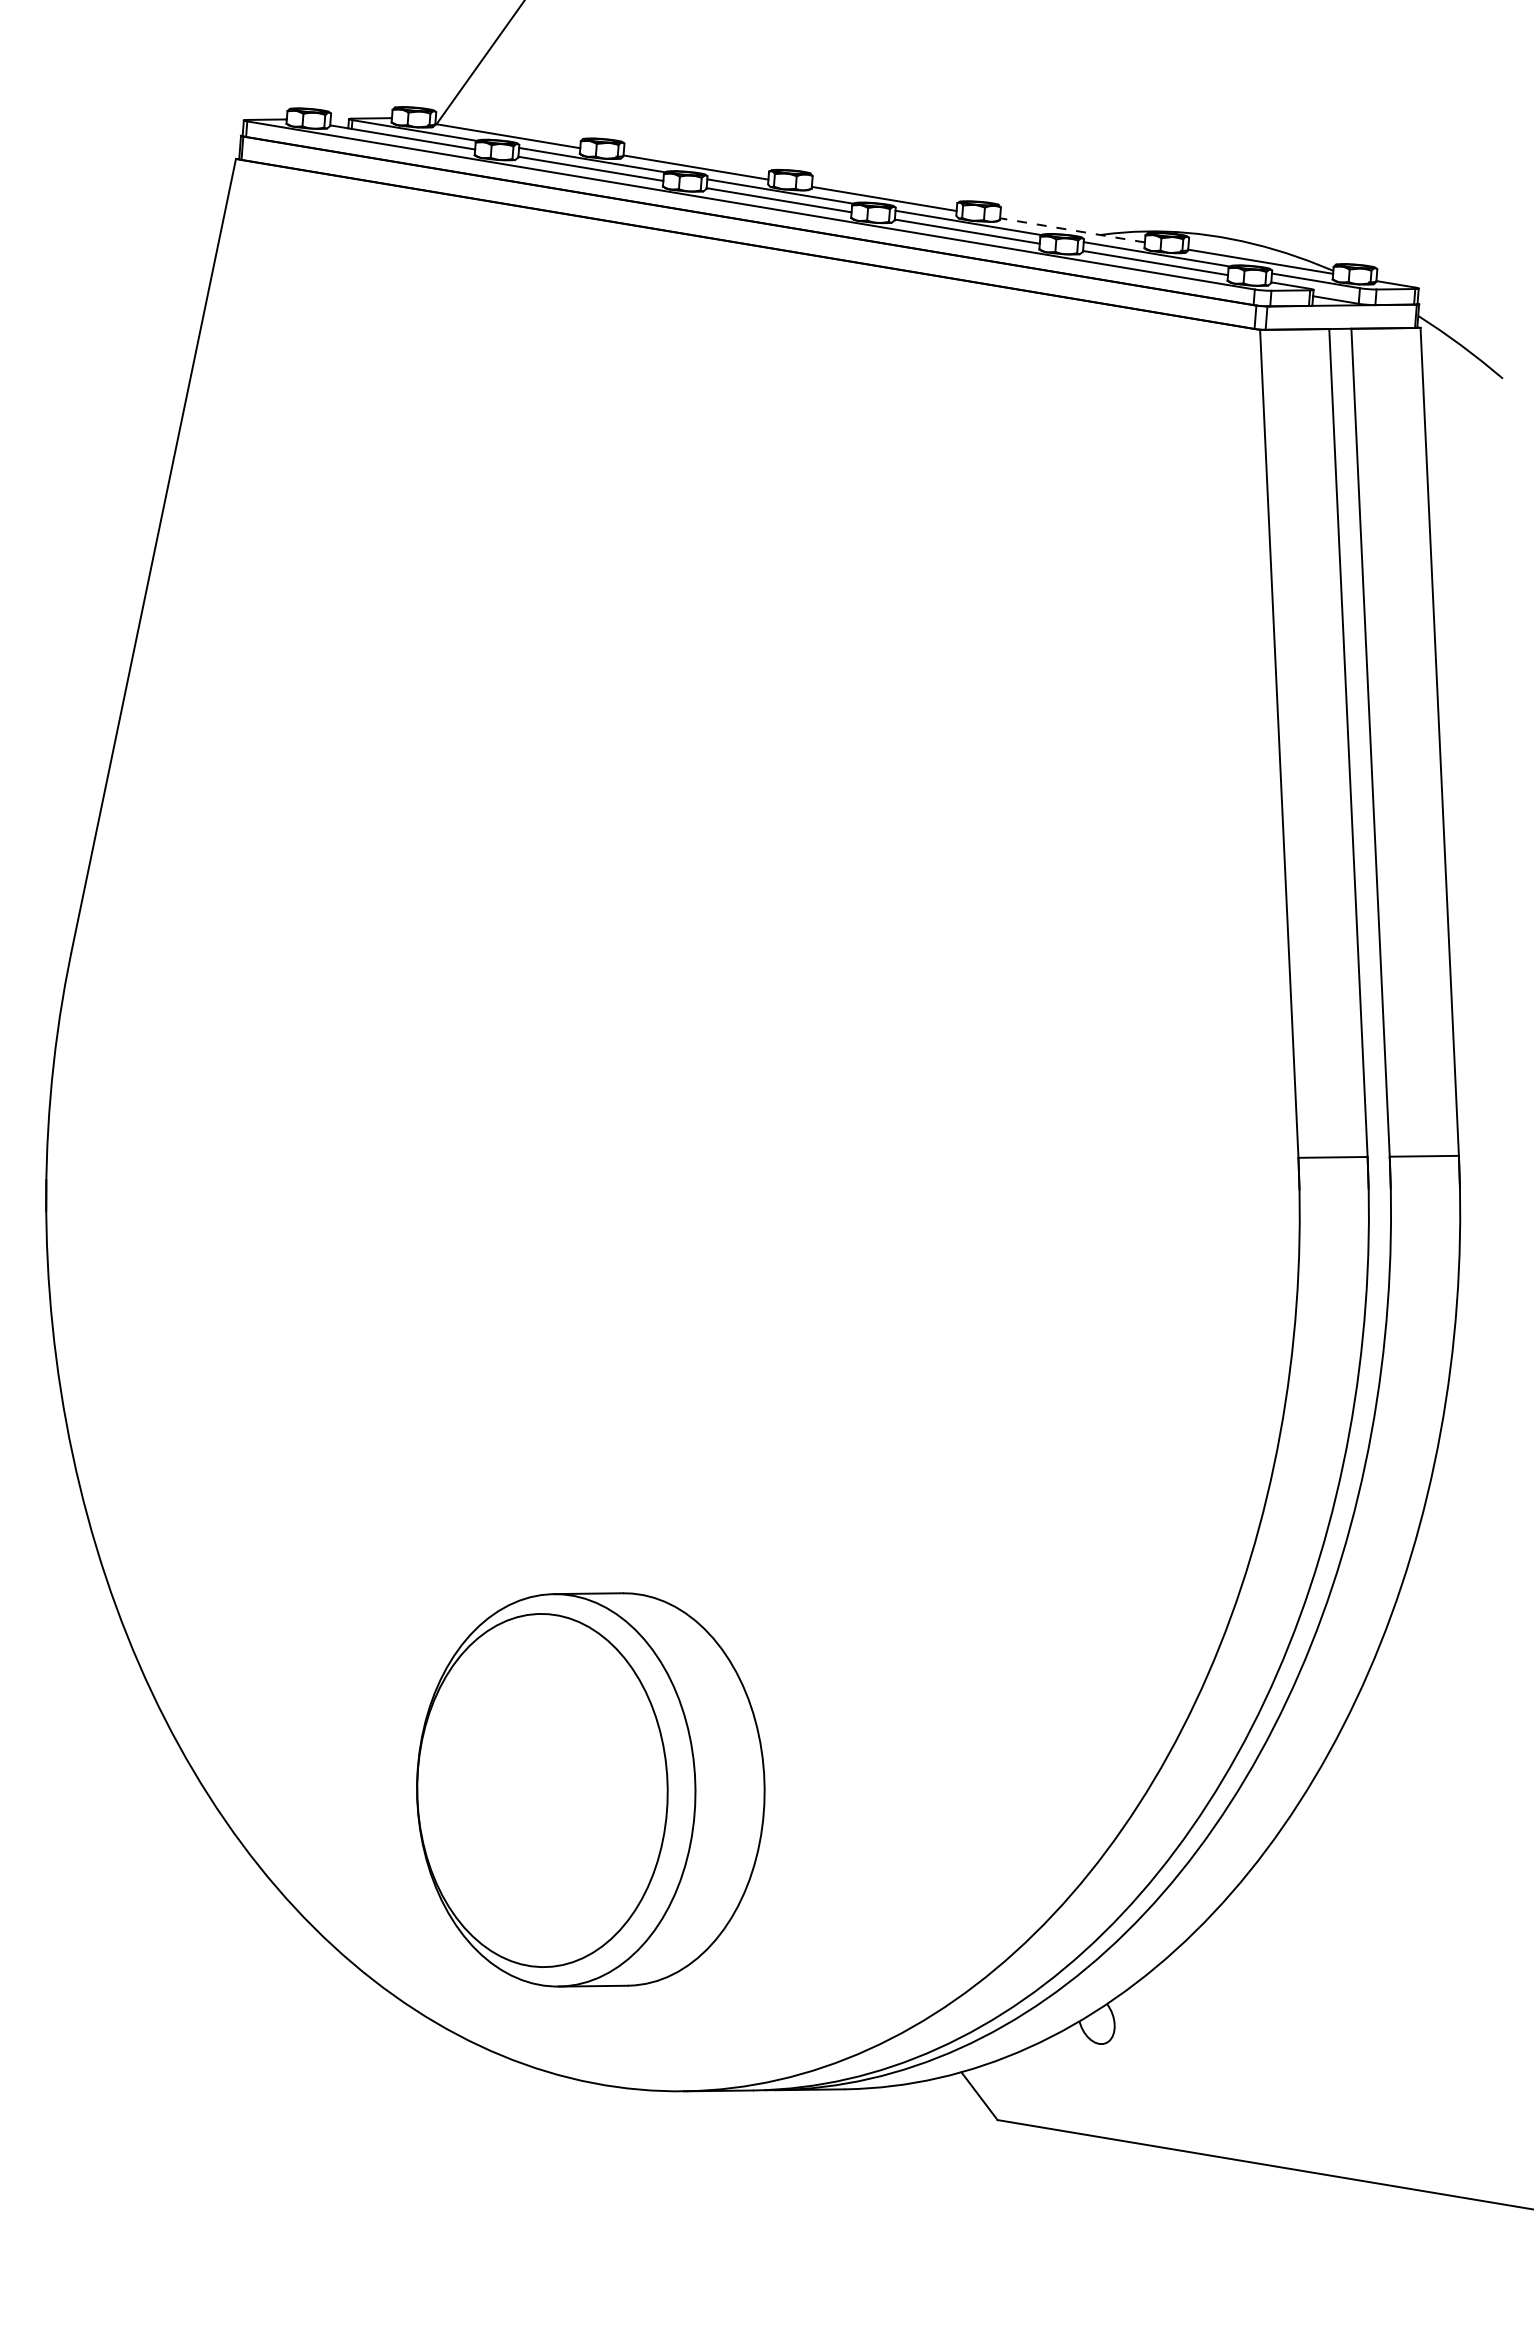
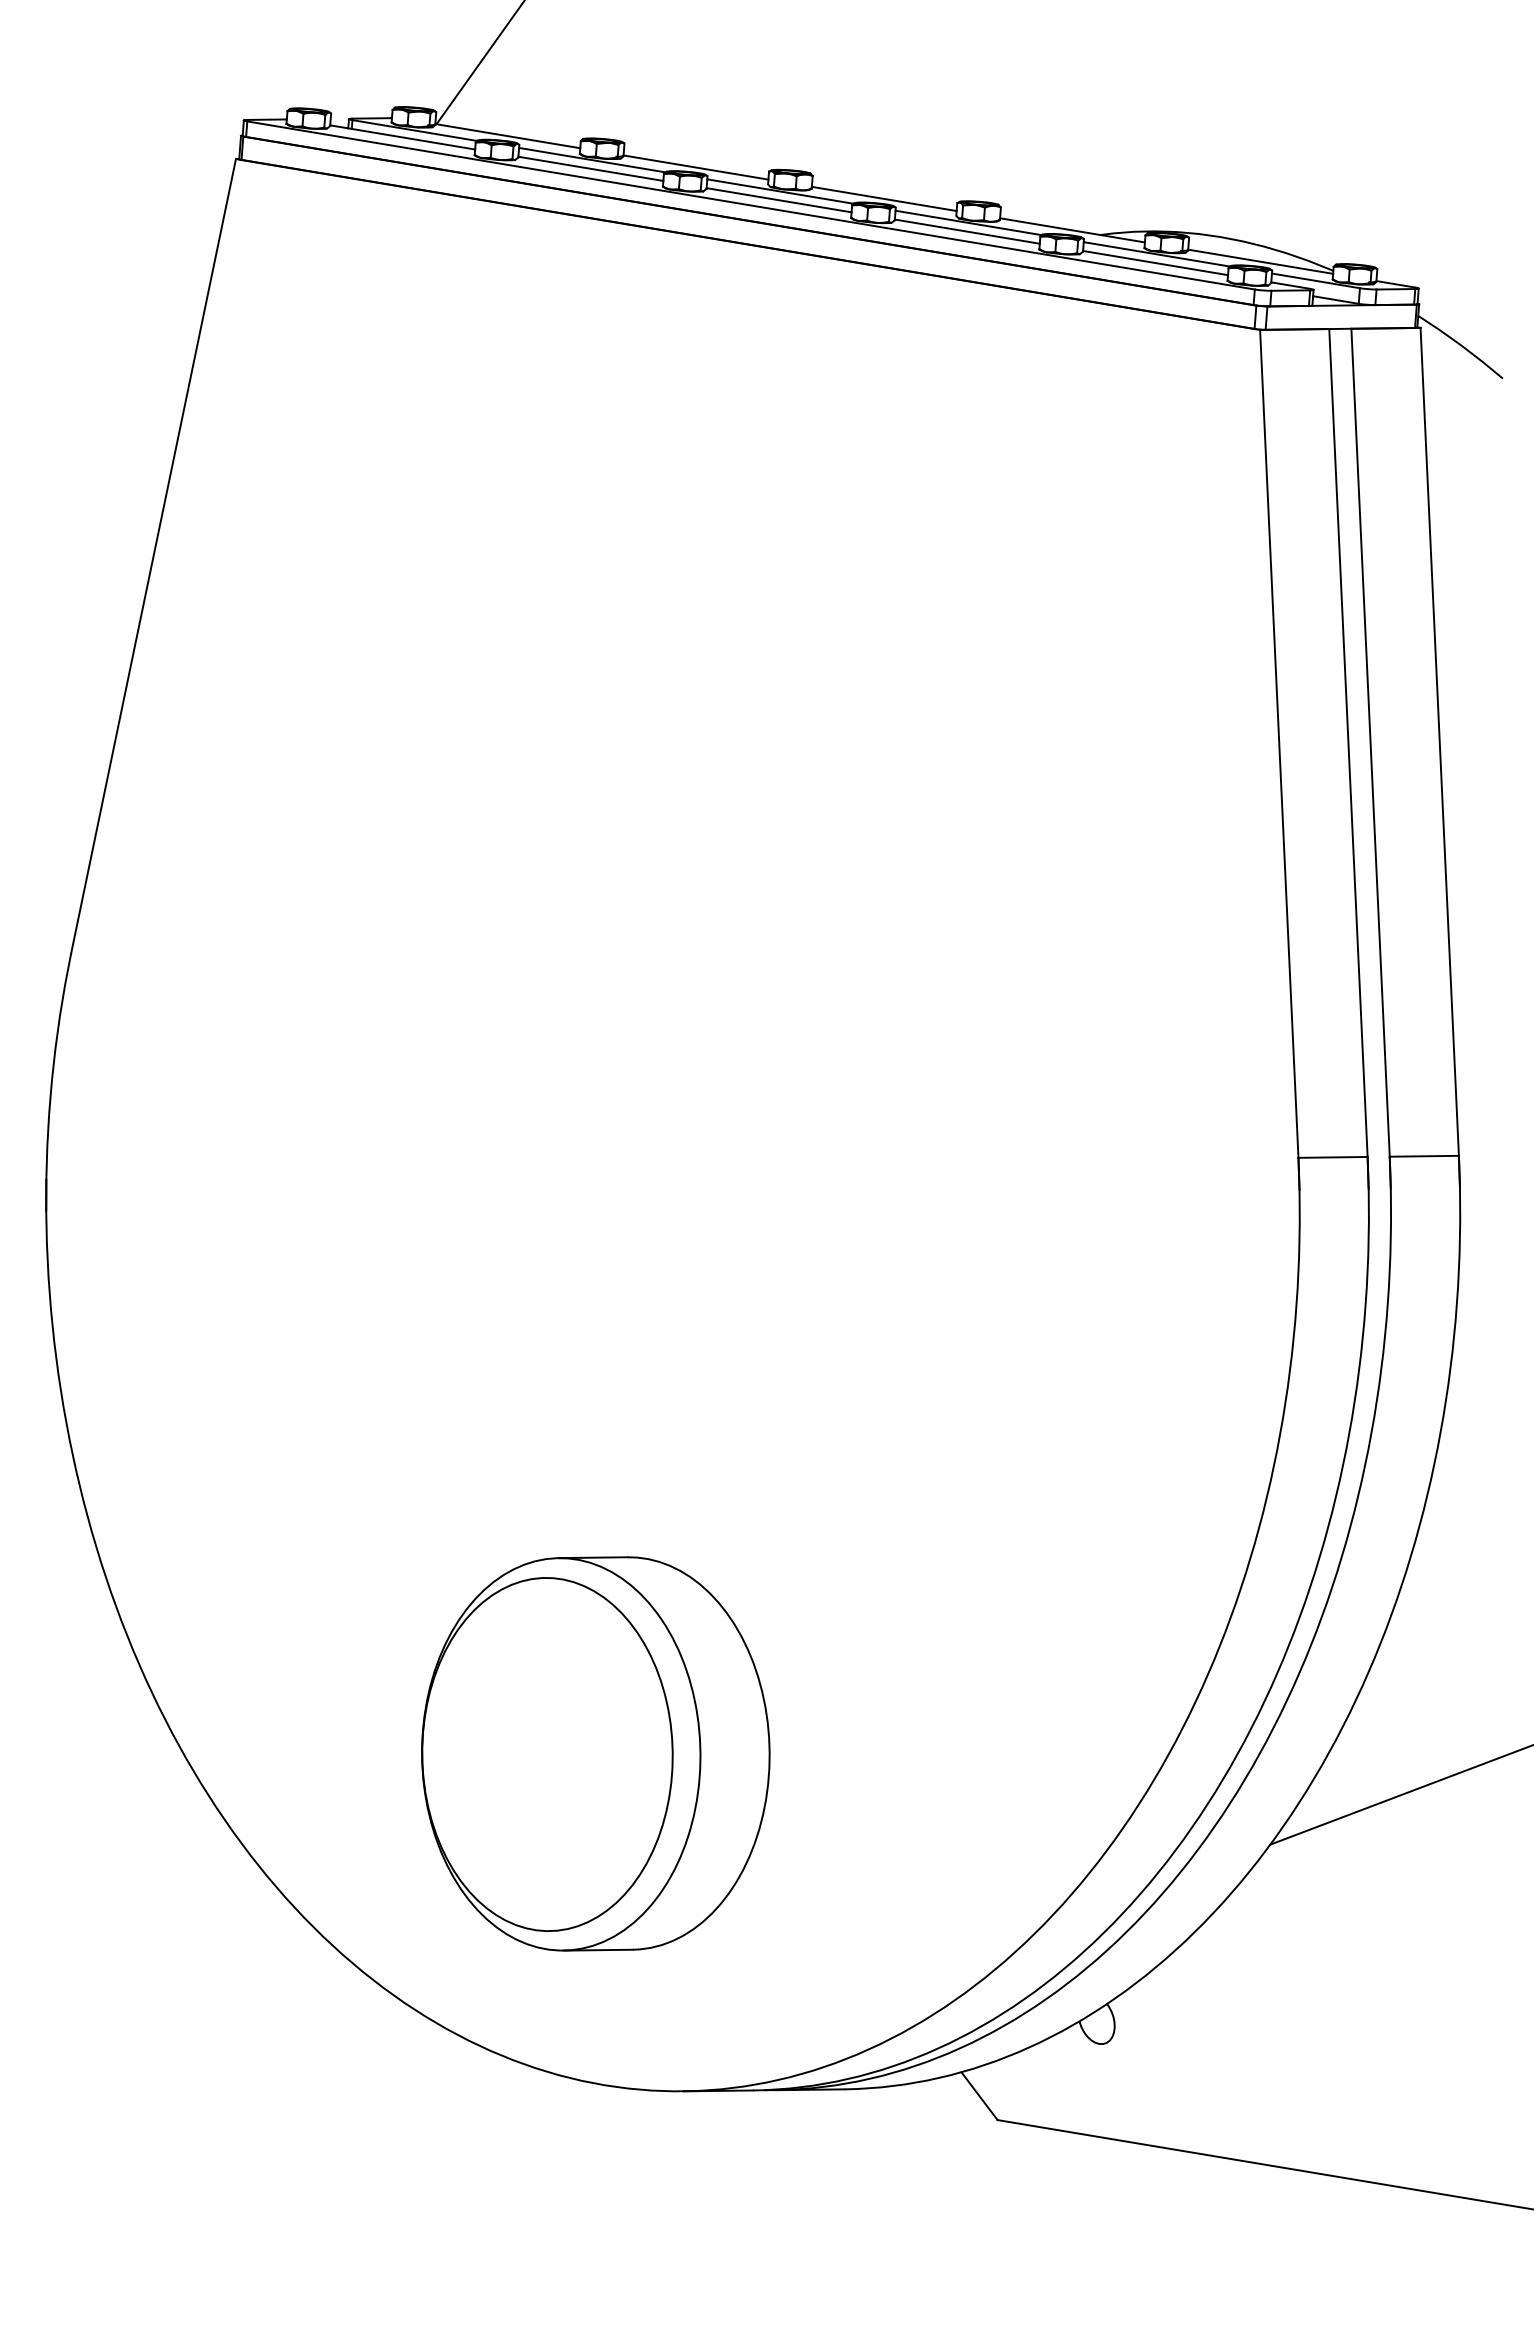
line at (1072, 230): dashed -> solid
part at (590, 1789) position: (590, 1789) -> (595, 1753)
line at (1400, 1795): none -> present
